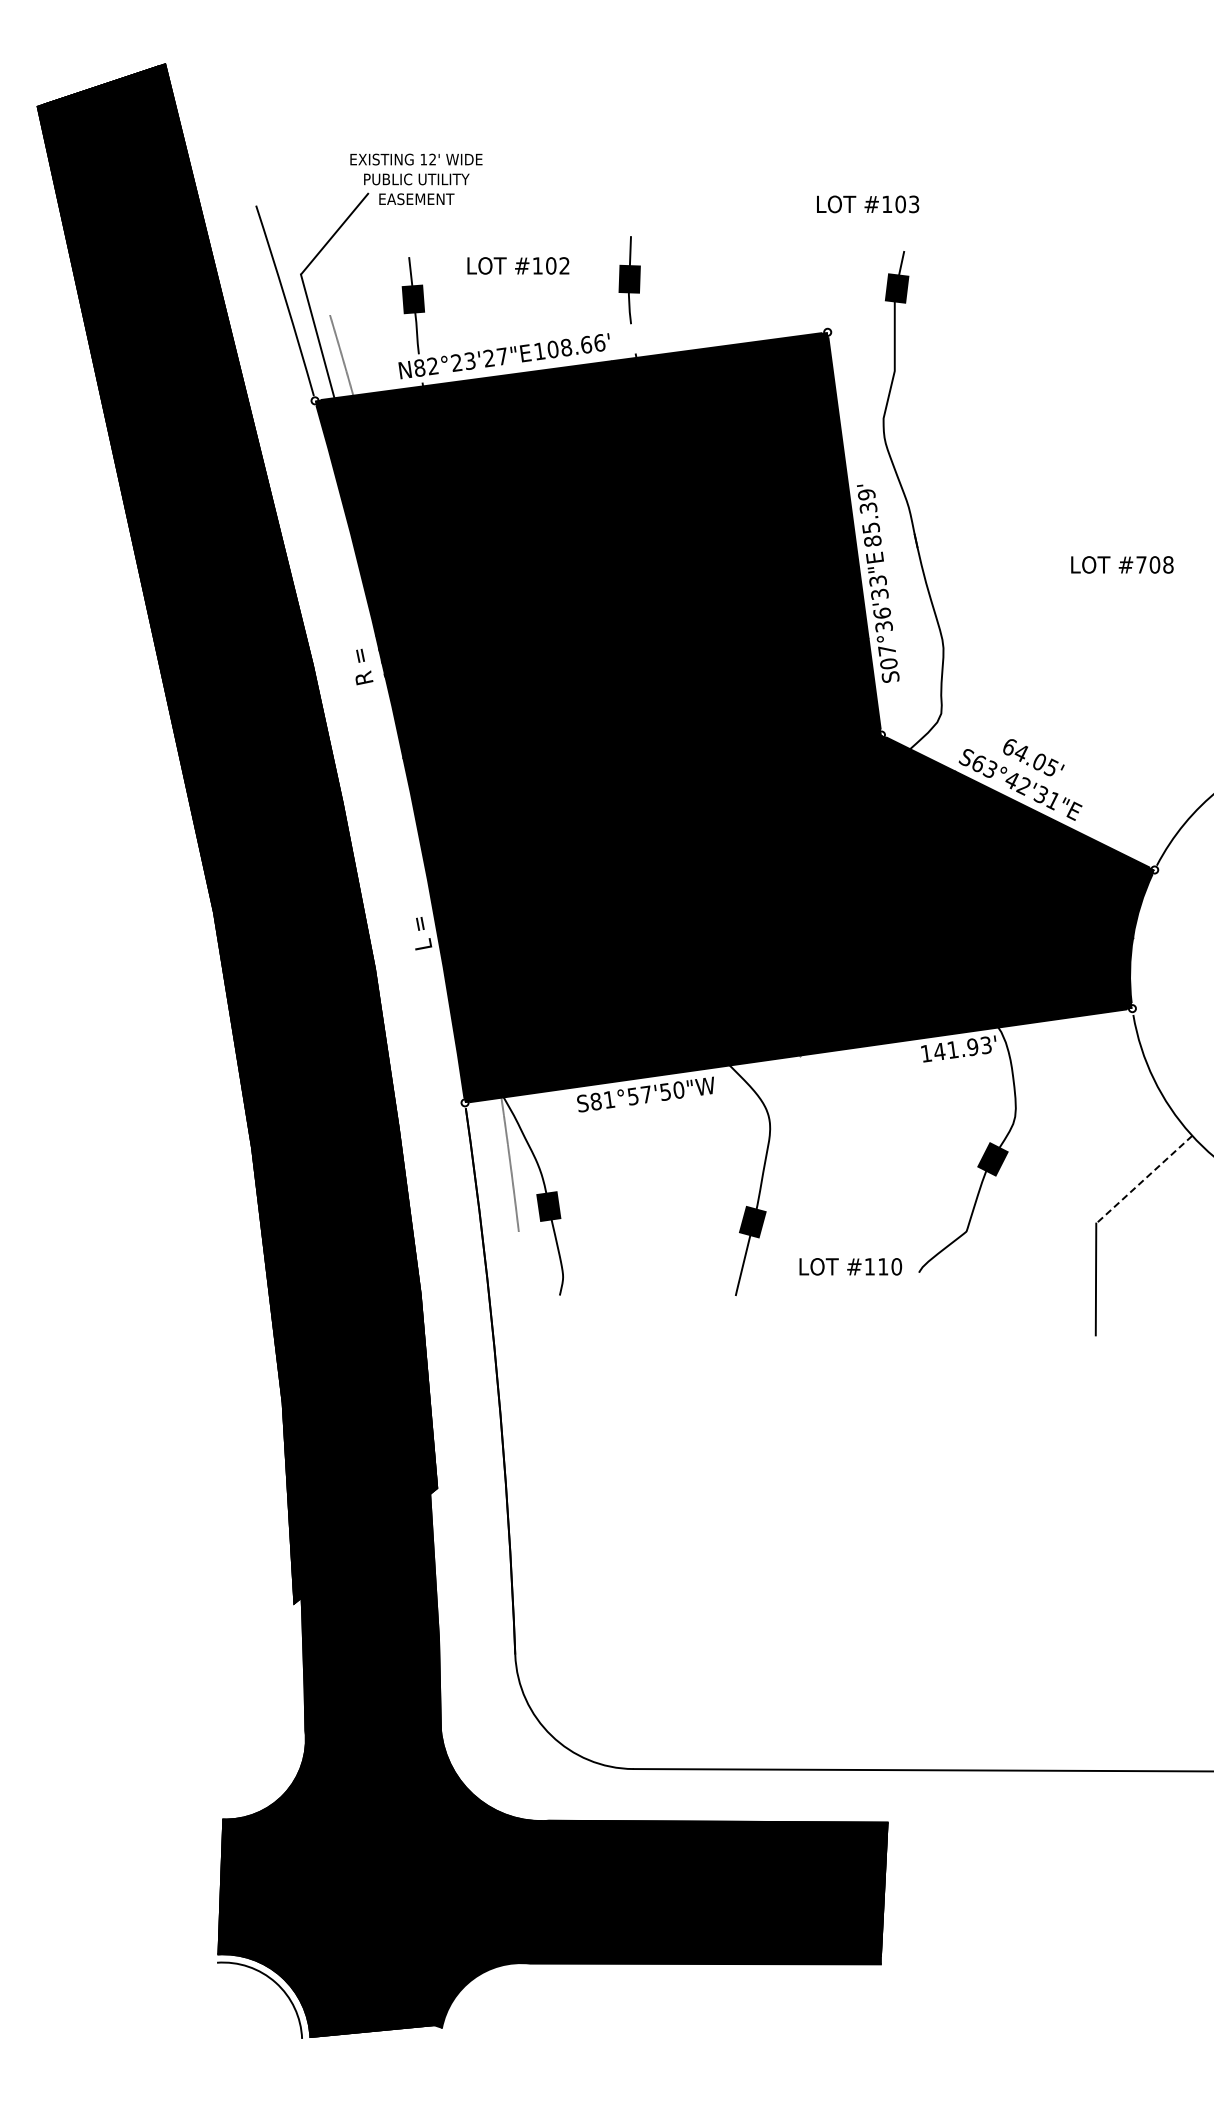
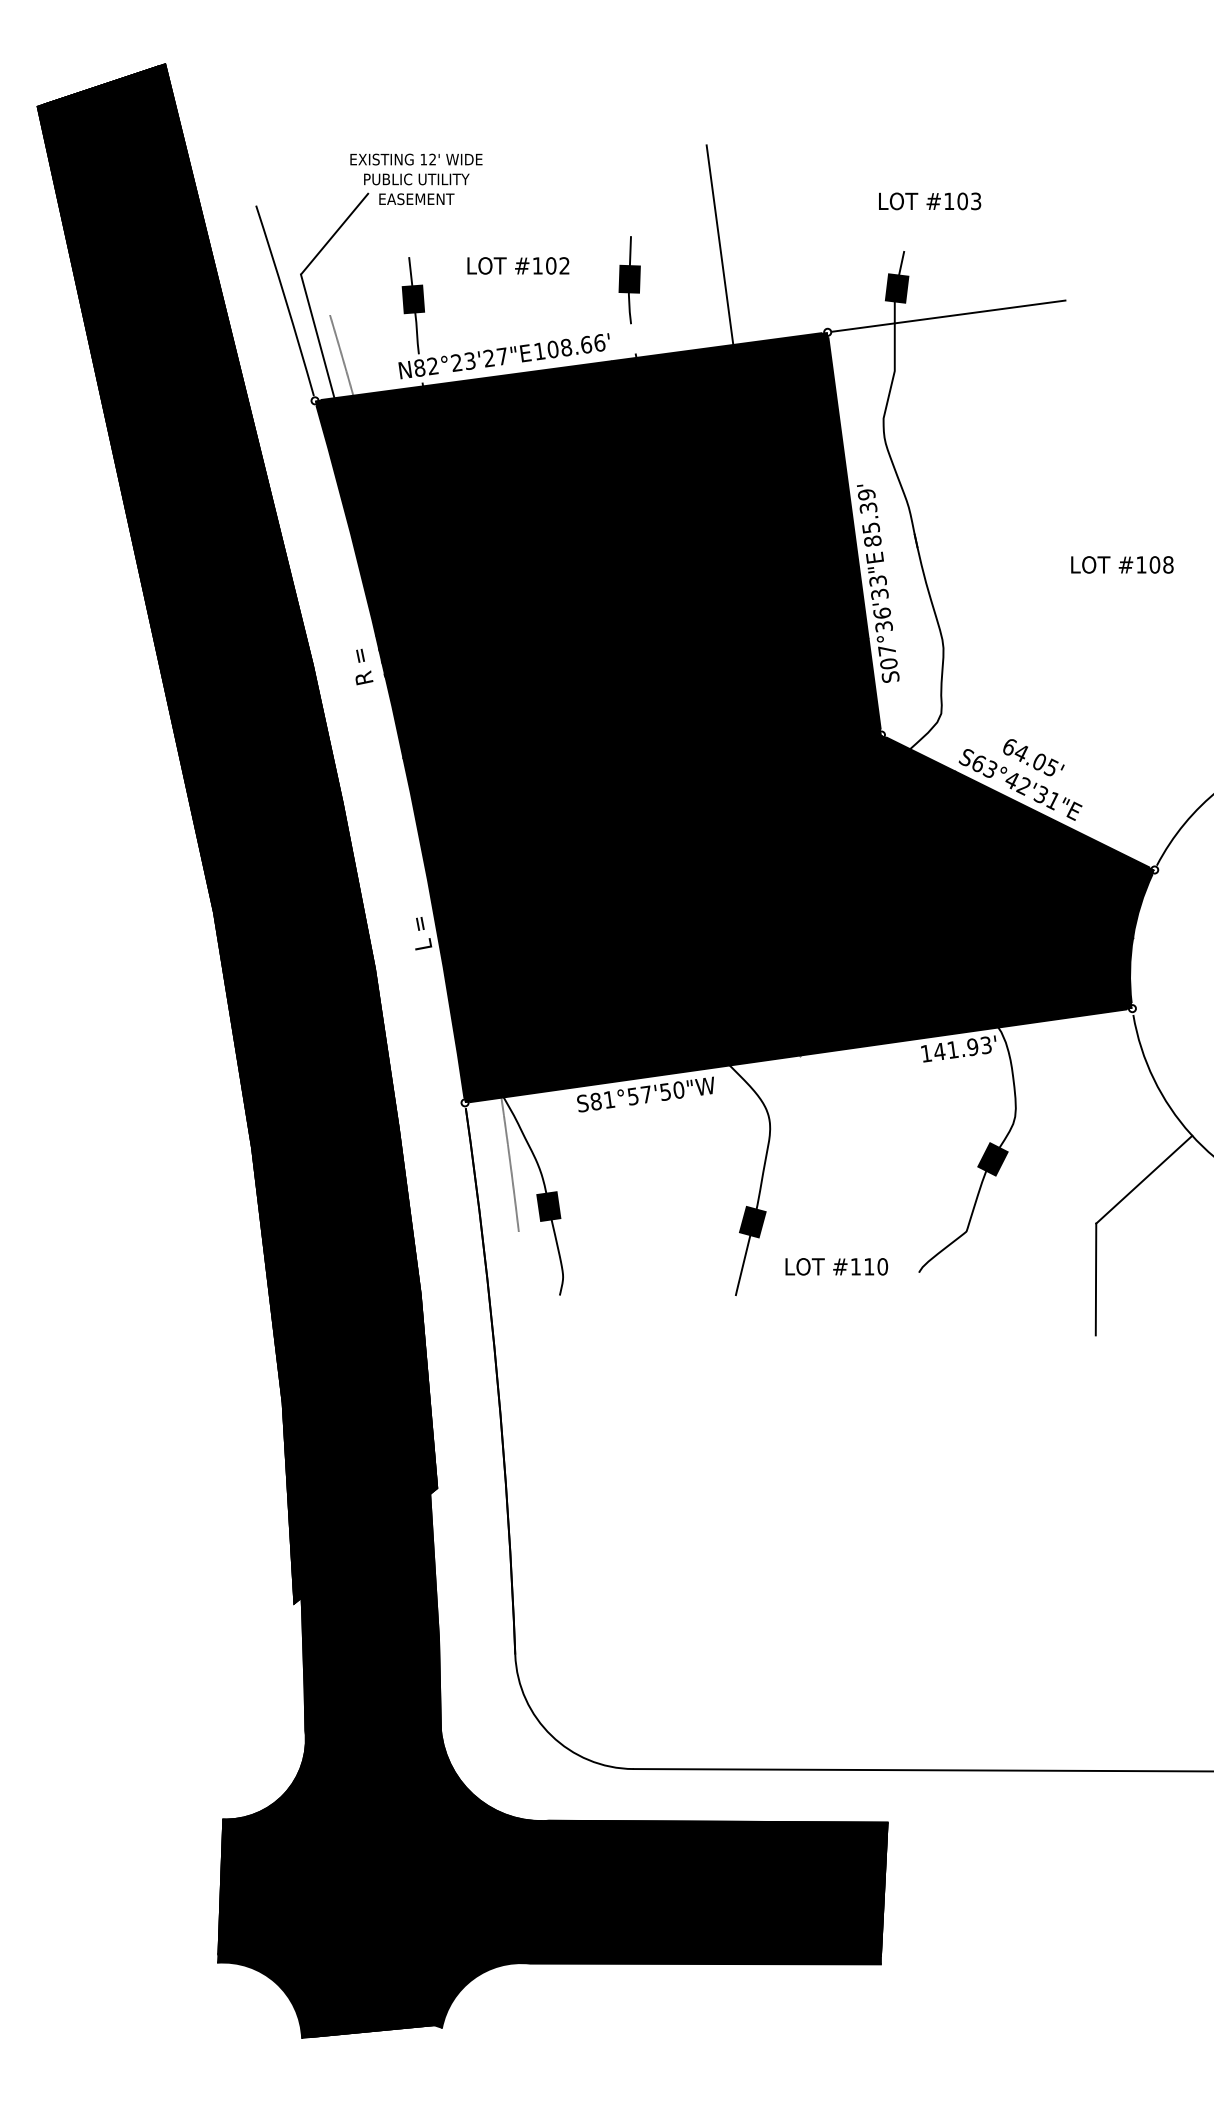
text at (868, 204) position: (868, 204) -> (930, 201)
line at (719, 244): none -> present
line at (948, 315): none -> present
text at (1141, 564): #708 -> #108
line at (1143, 1180): dashed -> solid
text at (850, 1266) position: (850, 1266) -> (836, 1266)
fill at (263, 1996): none -> present
